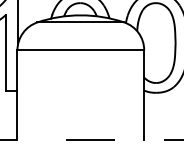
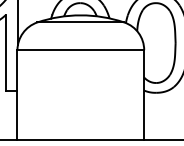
line at (92, 139): dashed -> solid
